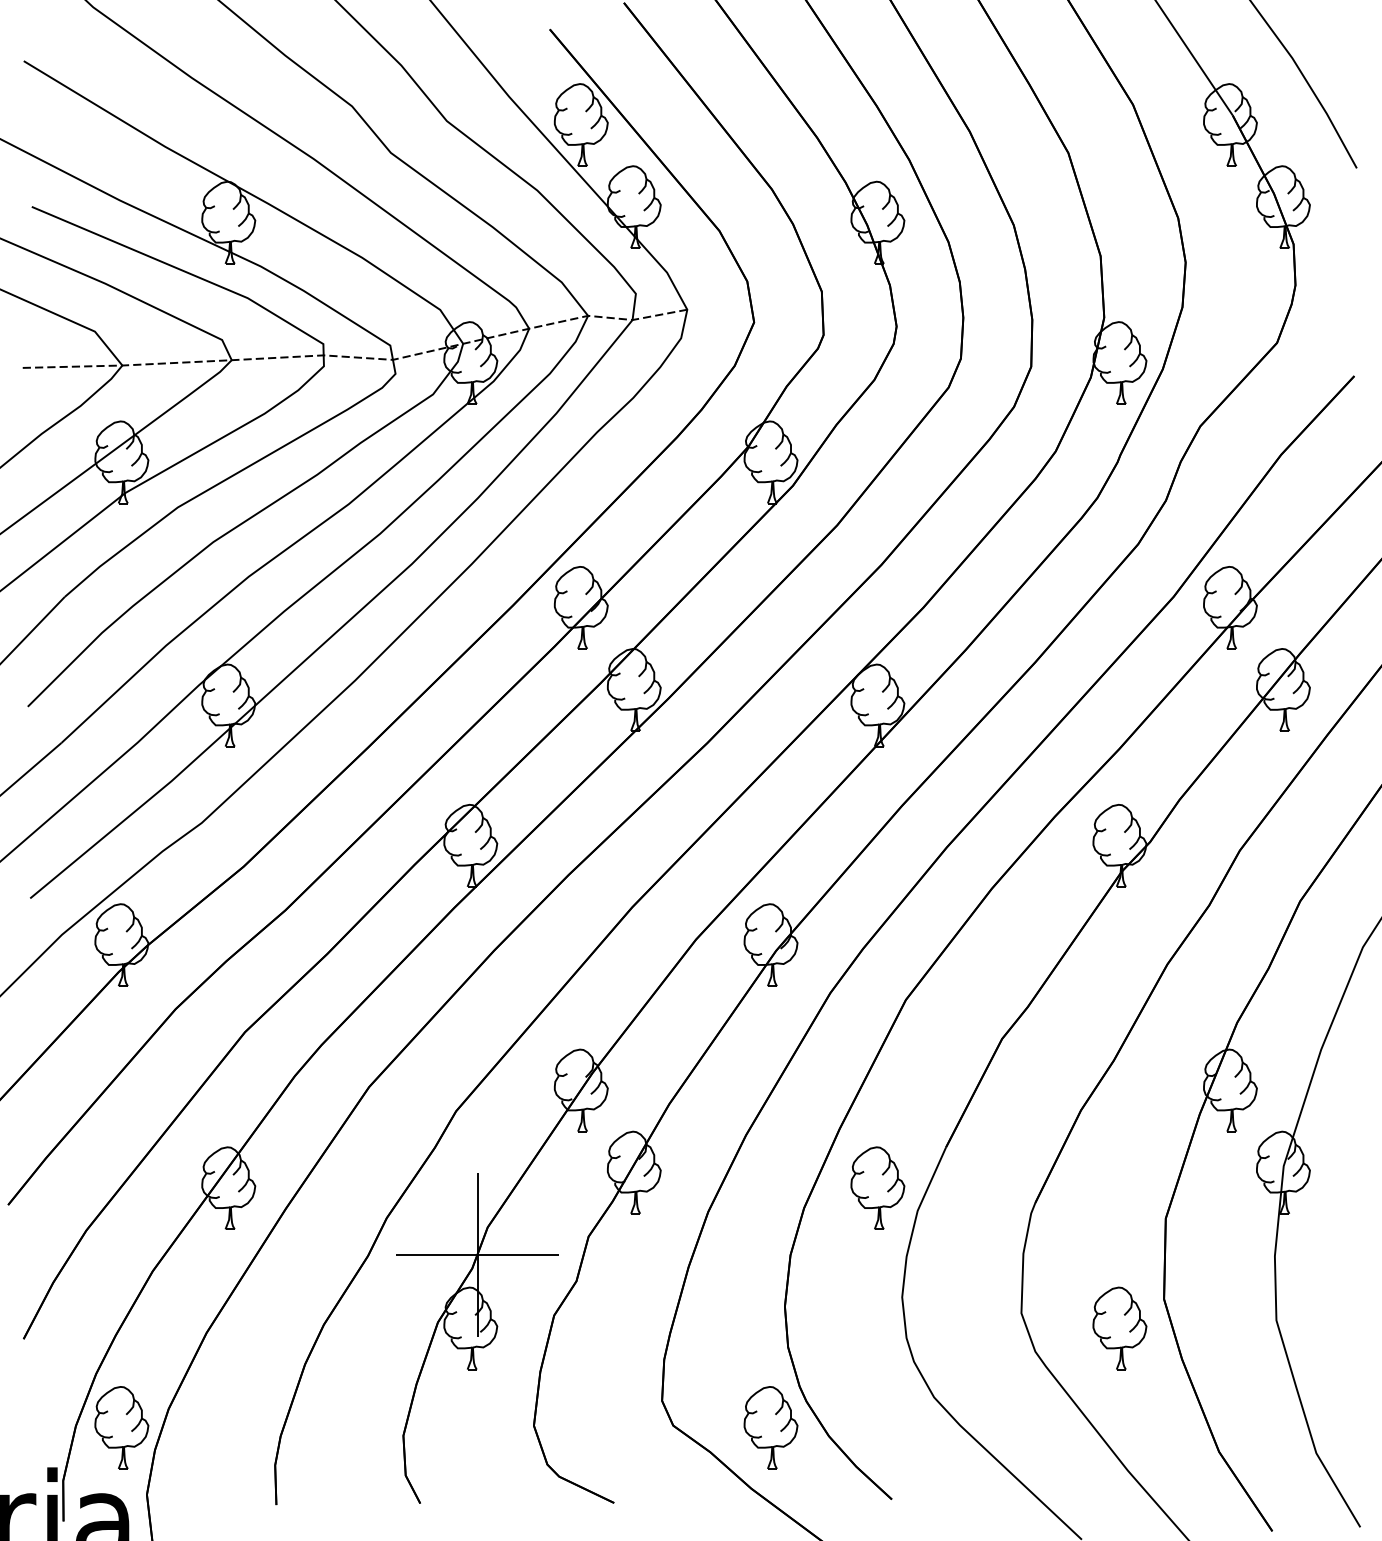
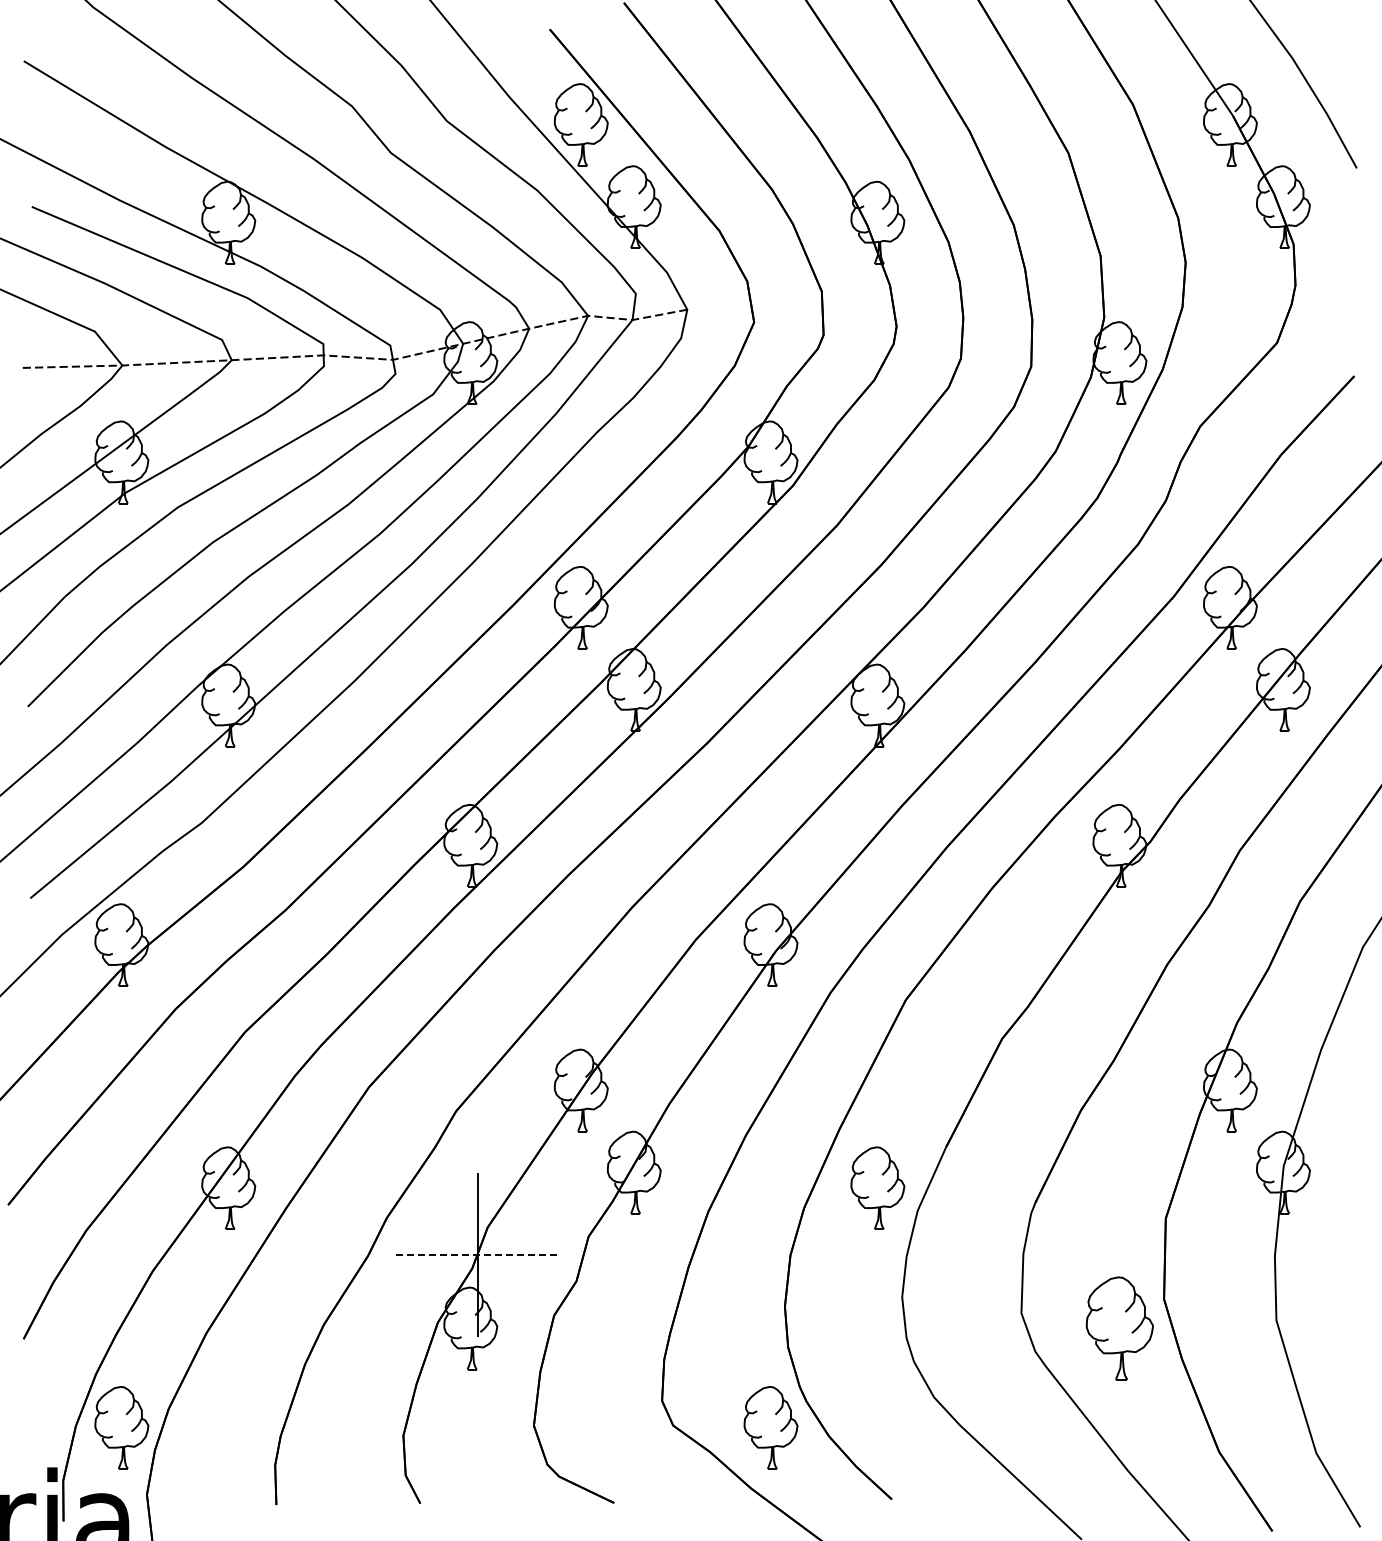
line at (477, 1254): solid -> dashed
part at (1119, 1328) size: 56x85 px -> 69x105 px
